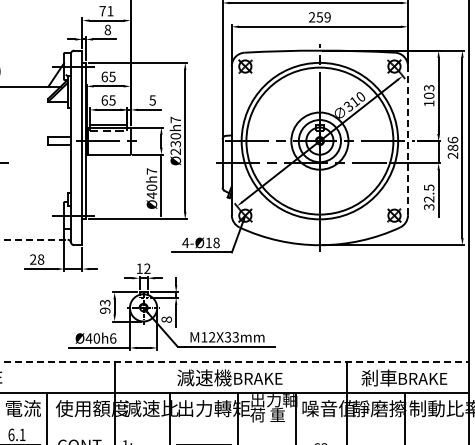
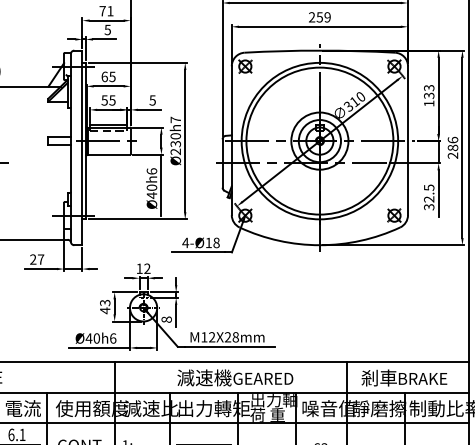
text at (107, 29): 8 -> 5
text at (429, 95): 103 -> 133
text at (104, 100): 65 -> 55
line at (408, 140): dashed -> solid
text at (151, 171): Ø40h7 -> Ø40h6
line at (34, 239): dashed -> solid
text at (41, 259): 28 -> 27
text at (105, 310): 93 -> 43
text at (231, 337): M12X33mm -> M12X28mm
line at (235, 362): dashed -> solid
text at (263, 378): BRAKE -> GEARED
line at (235, 423): none -> present
